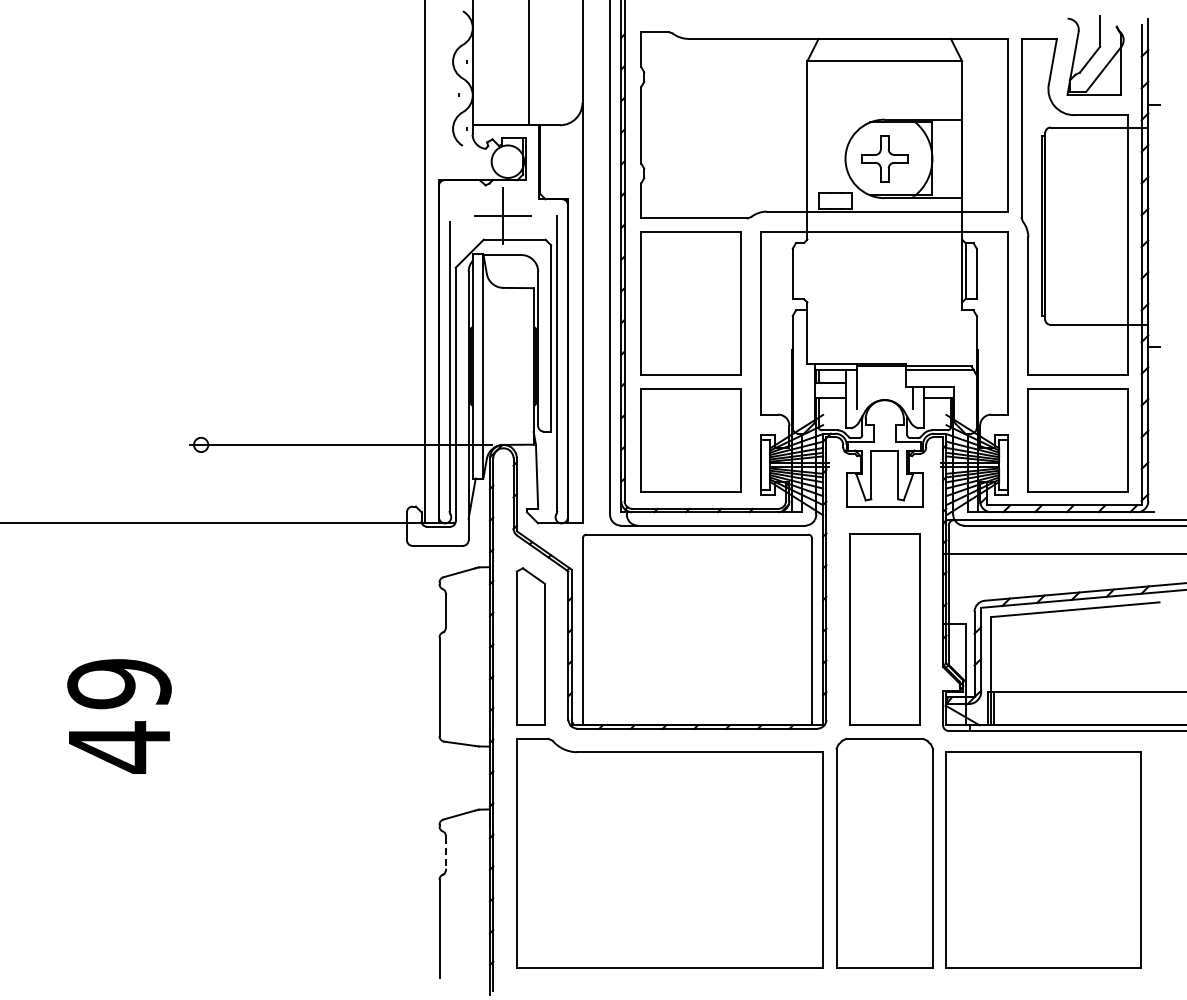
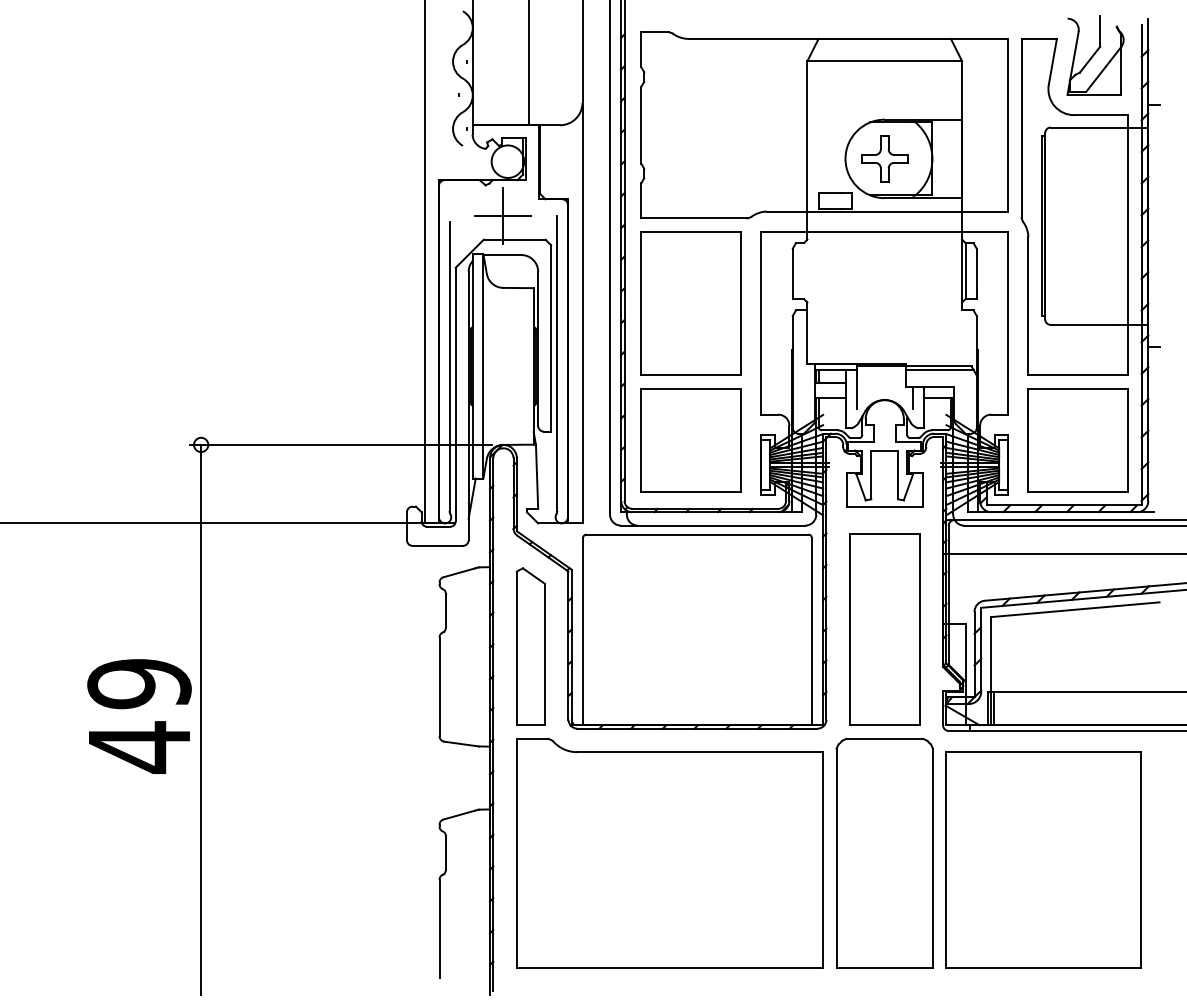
text at (119, 716) position: (119, 716) -> (139, 716)
line at (201, 719): none -> present
line at (446, 853): dashed -> solid
